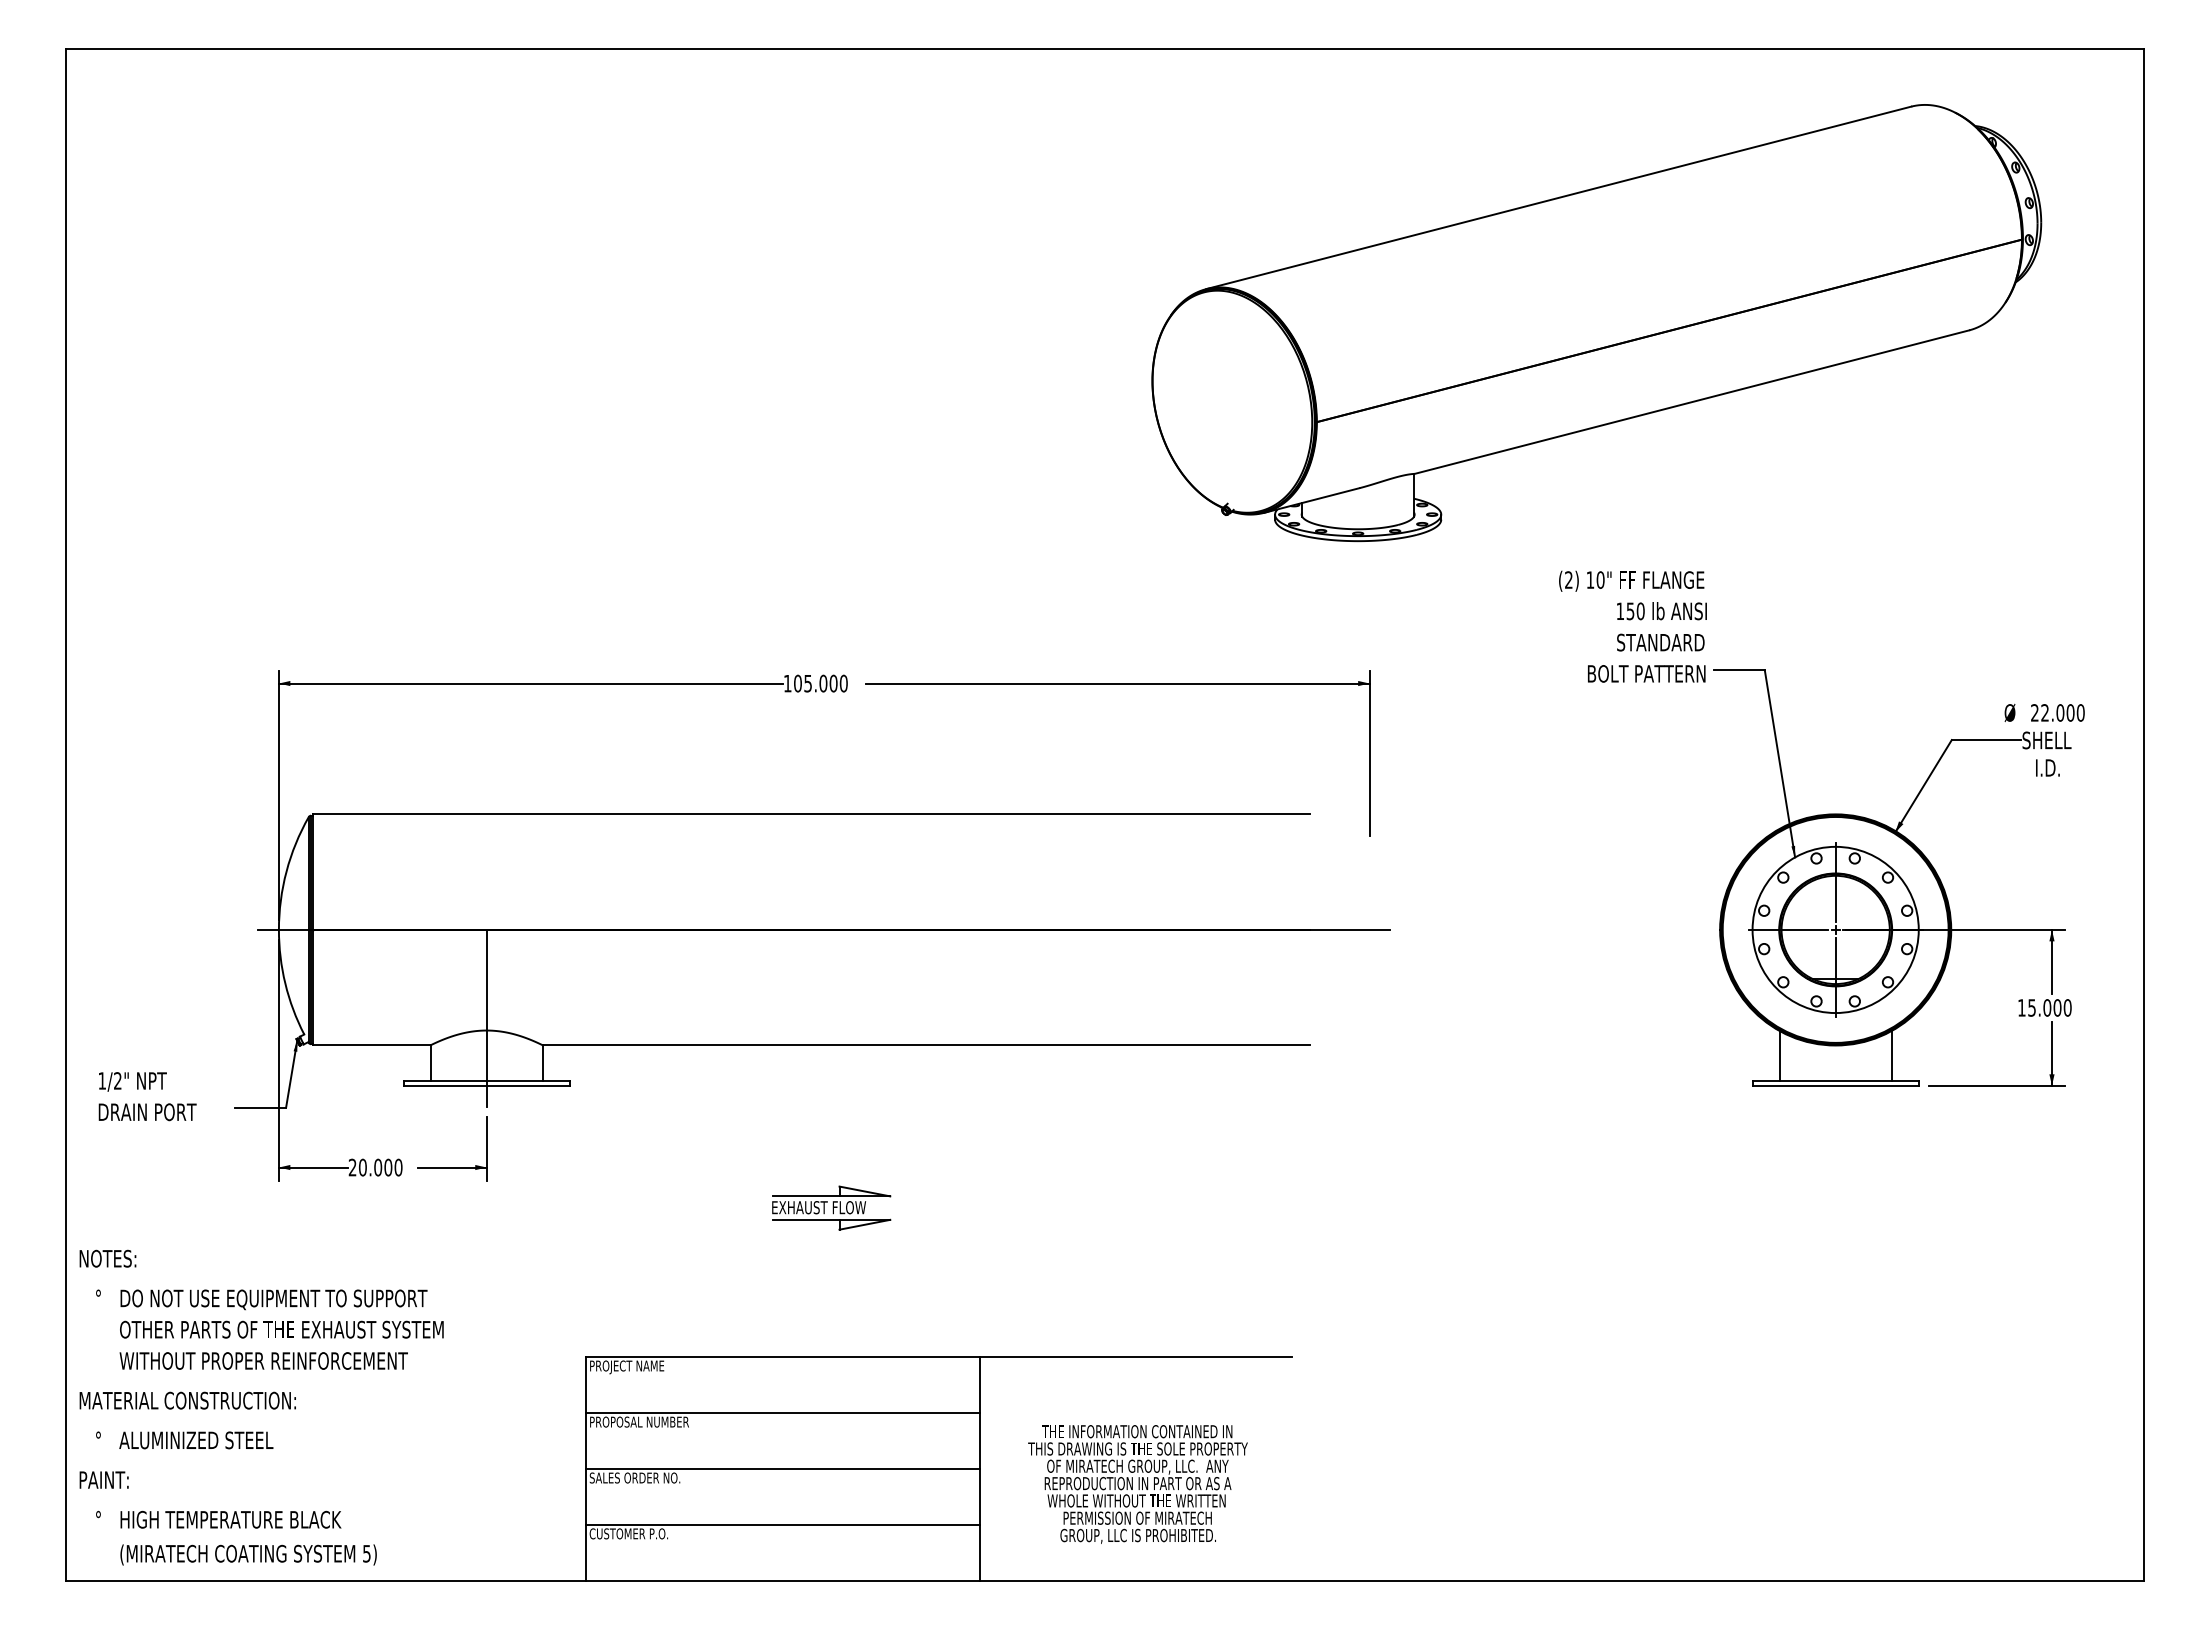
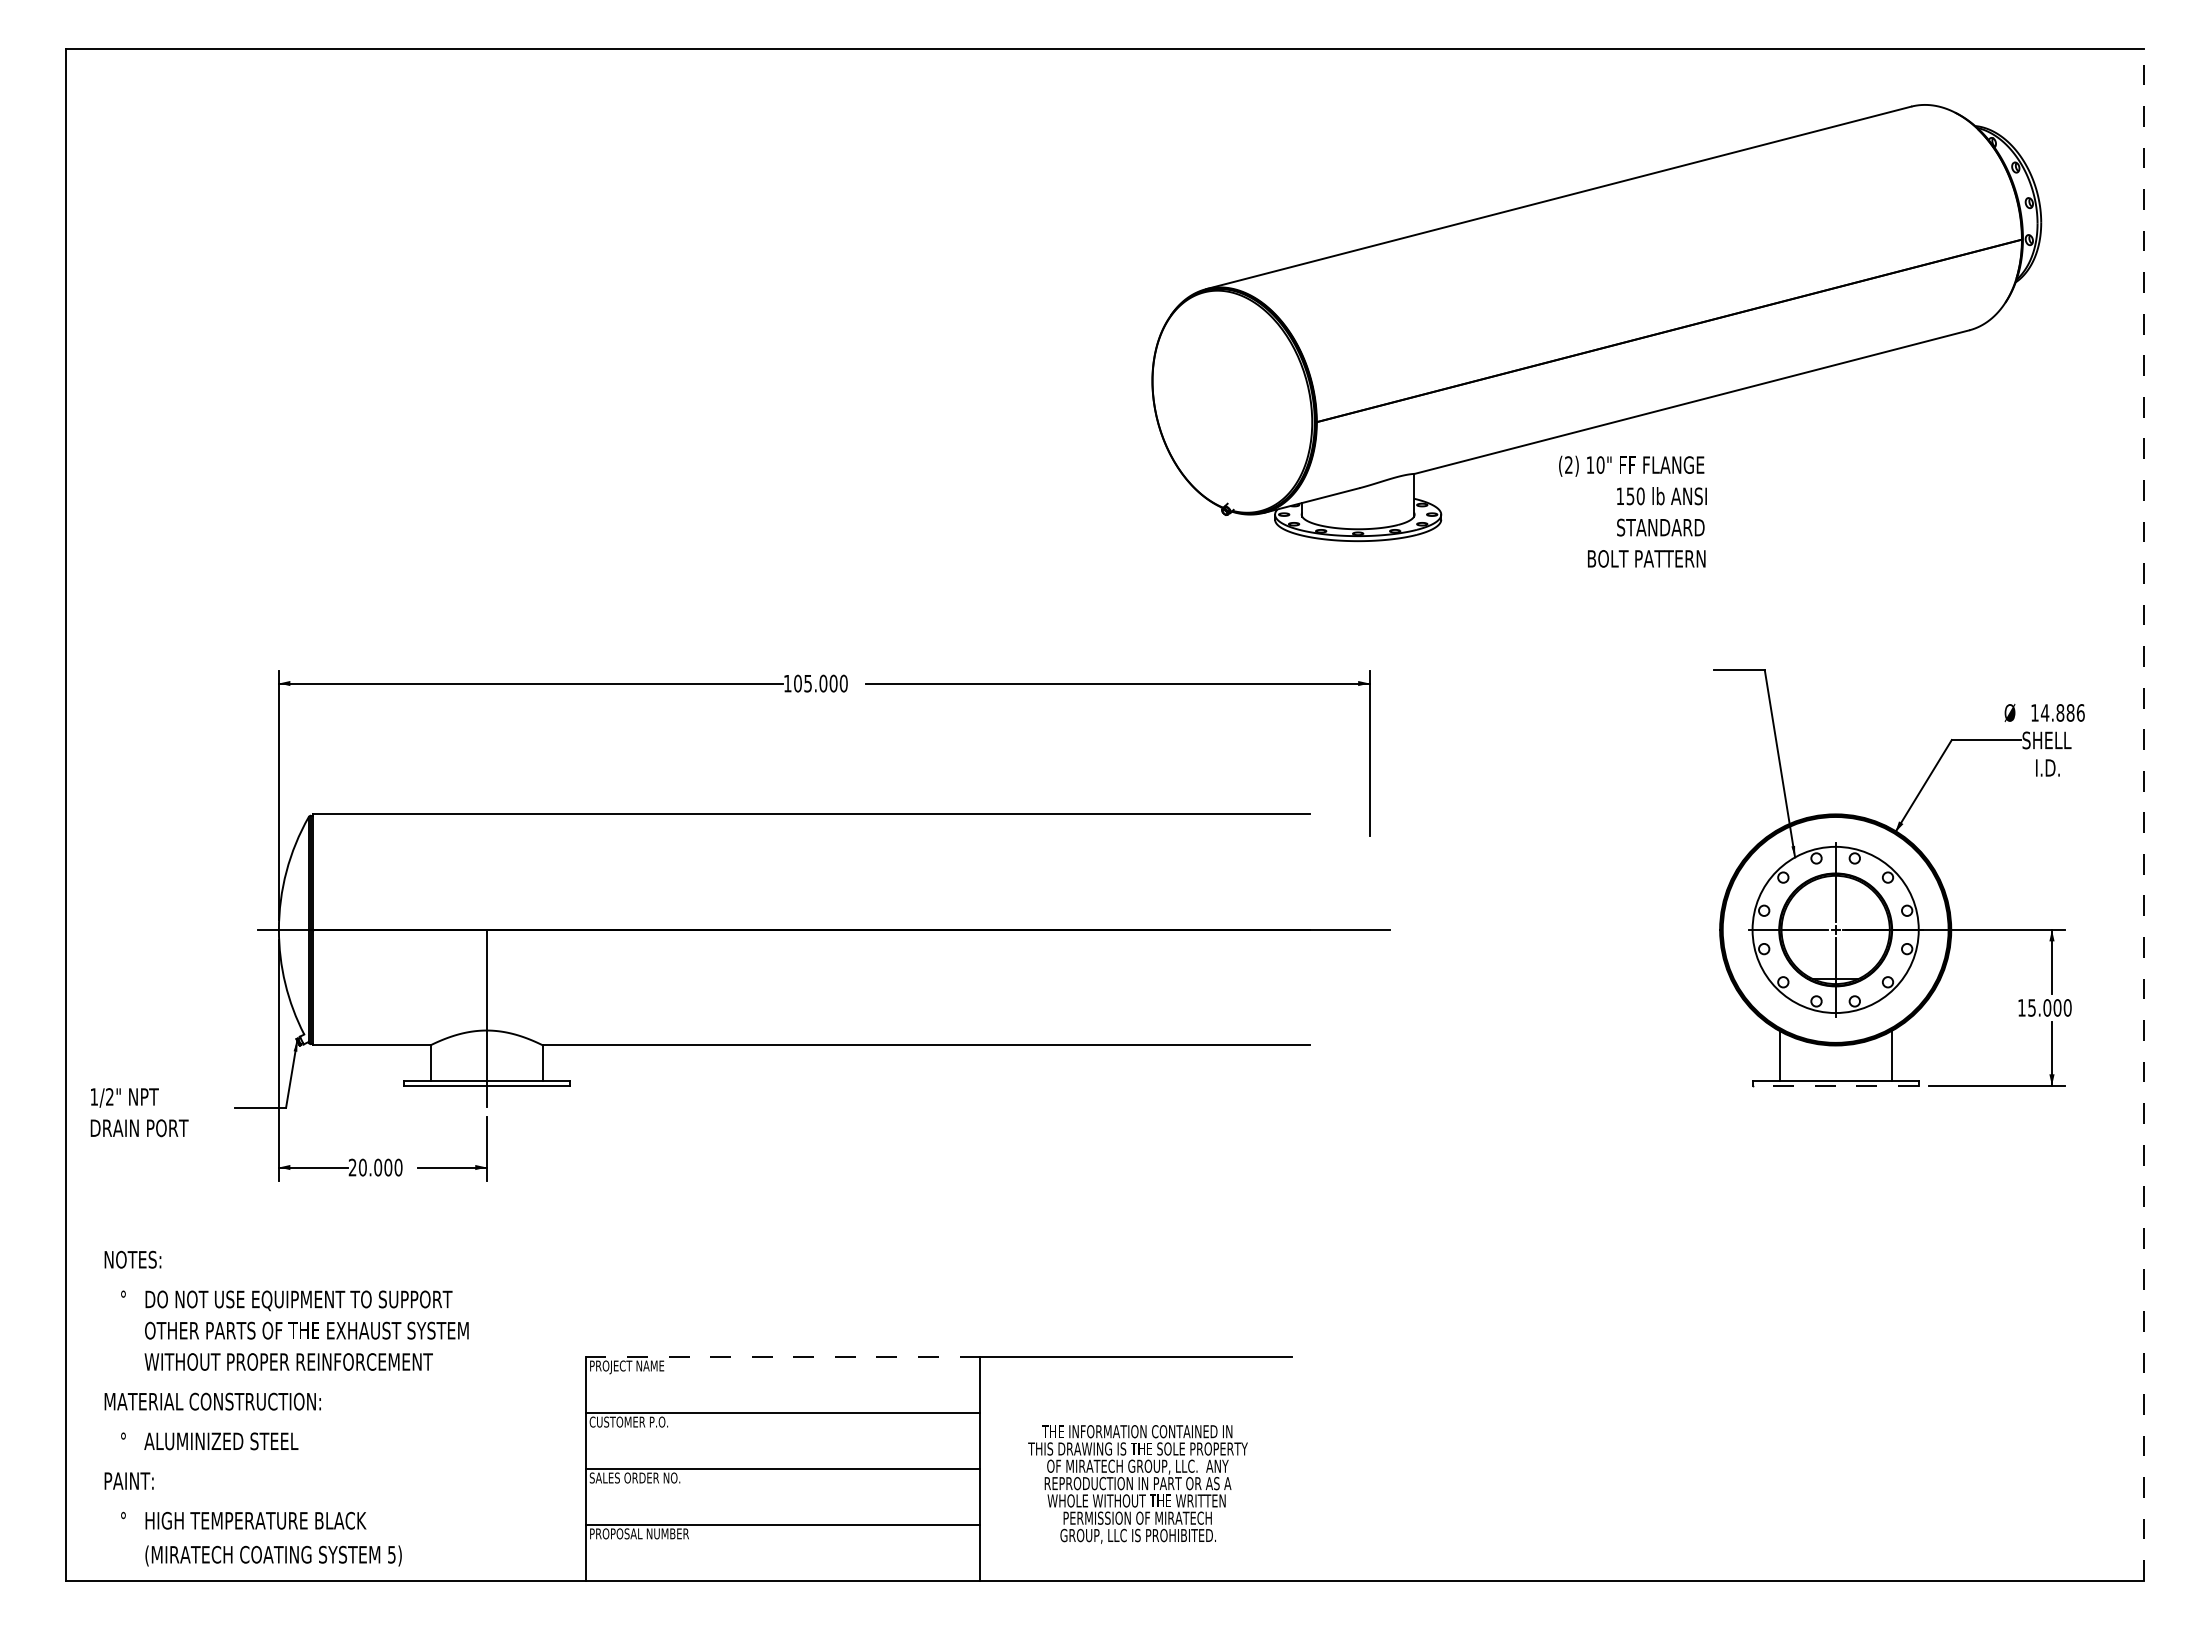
text at (1632, 626) position: (1632, 626) -> (1632, 511)
text at (2057, 712): 22.000 -> 14.886
line at (2143, 814): solid -> dashed
line at (1835, 1085): solid -> dashed
text at (147, 1096) position: (147, 1096) -> (139, 1112)
part at (831, 1207): present -> none
line at (782, 1356): solid -> dashed
text at (261, 1407) position: (261, 1407) -> (286, 1408)
text at (638, 1421): PROPOSAL NUMBER -> CUSTOMER P.O.
text at (638, 1533): CUSTOMER P.O. -> PROPOSAL NUMBER
